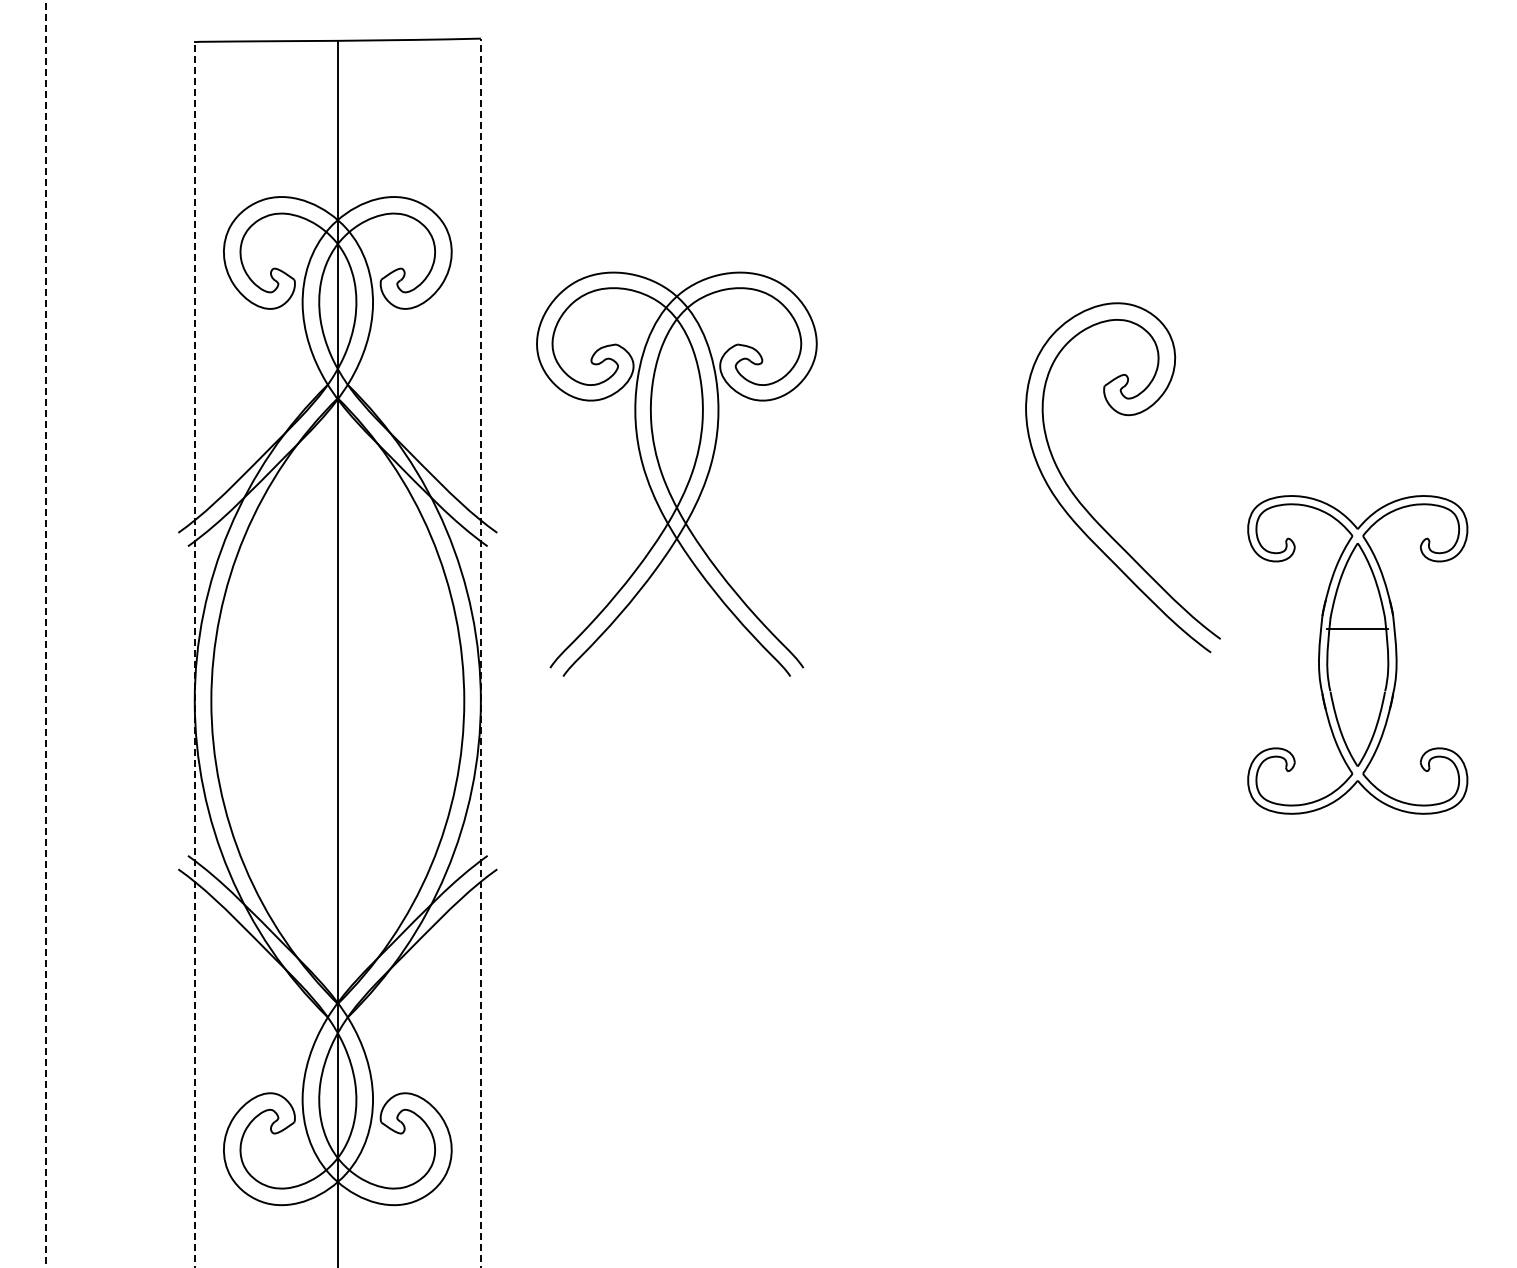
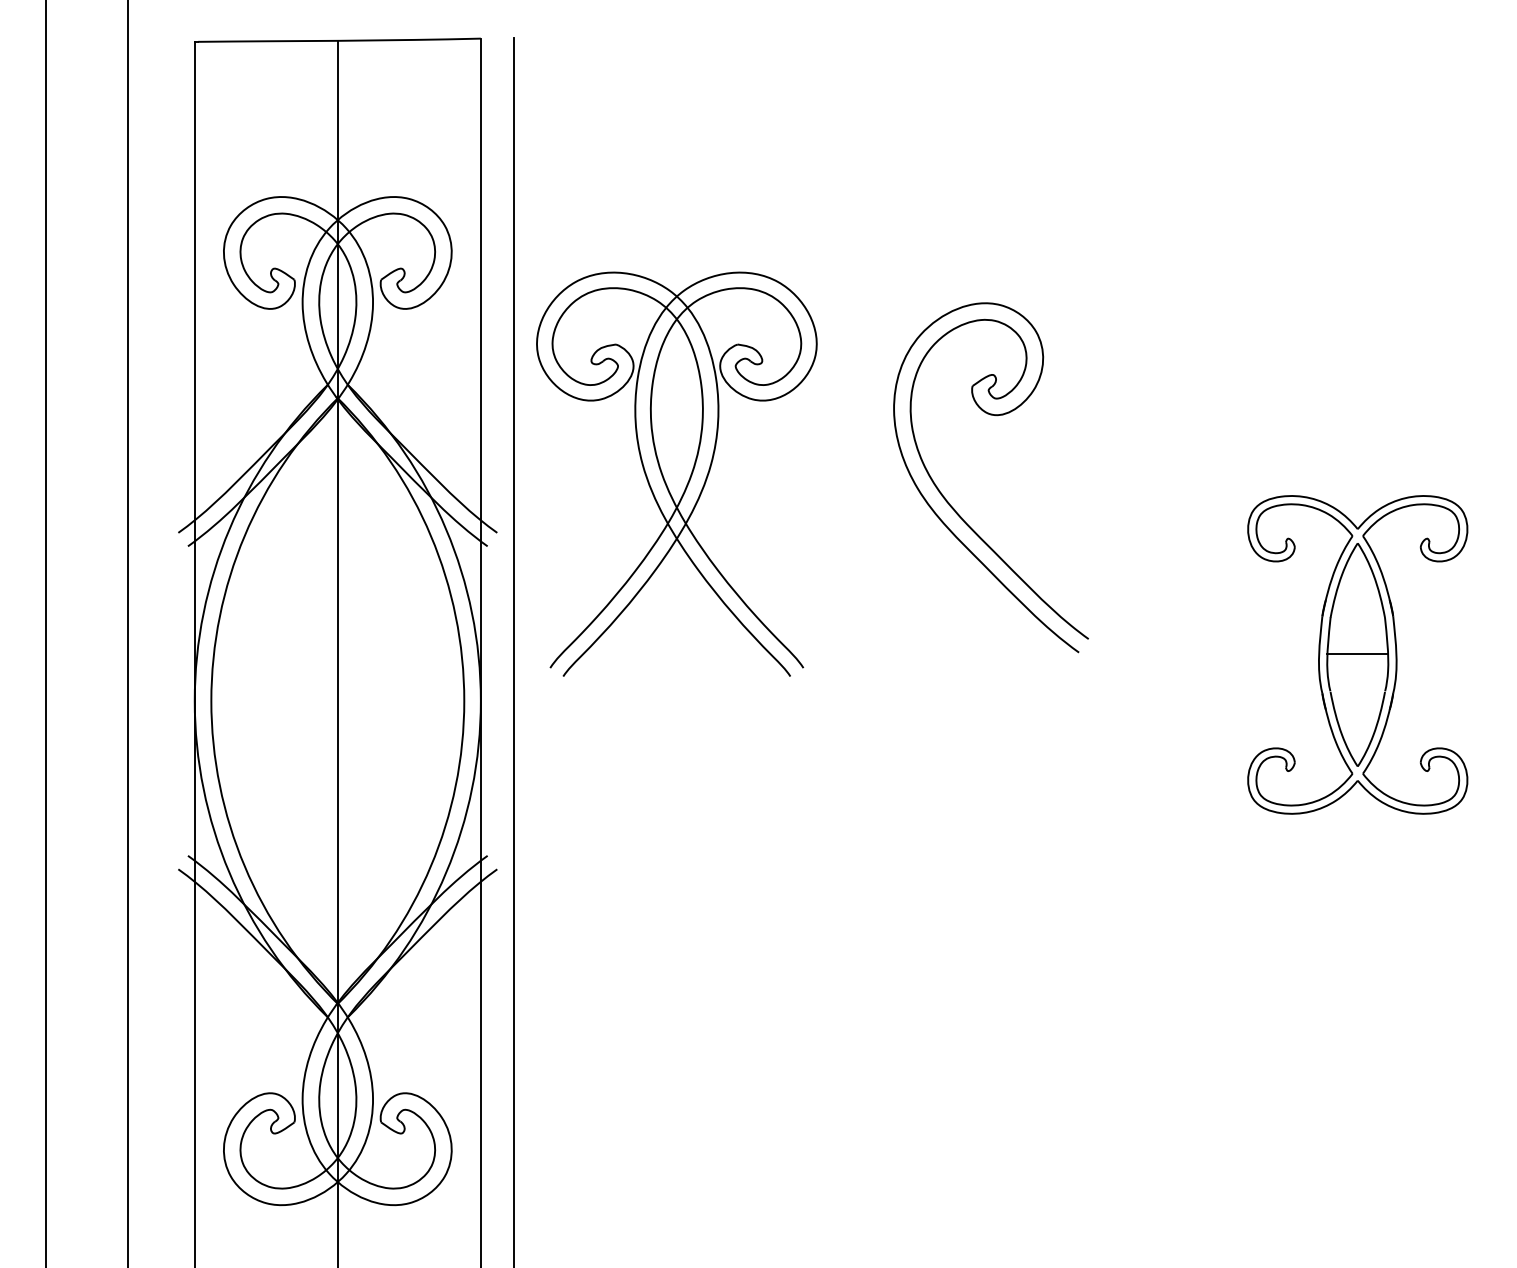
part at (1087, 509) position: (1087, 509) -> (955, 509)
line at (1357, 629) position: (1357, 629) -> (1357, 654)
line at (45, 633): dashed -> solid
line at (128, 633): none -> present
line at (514, 650): none -> present
line at (480, 652): dashed -> solid
line at (194, 654): dashed -> solid
